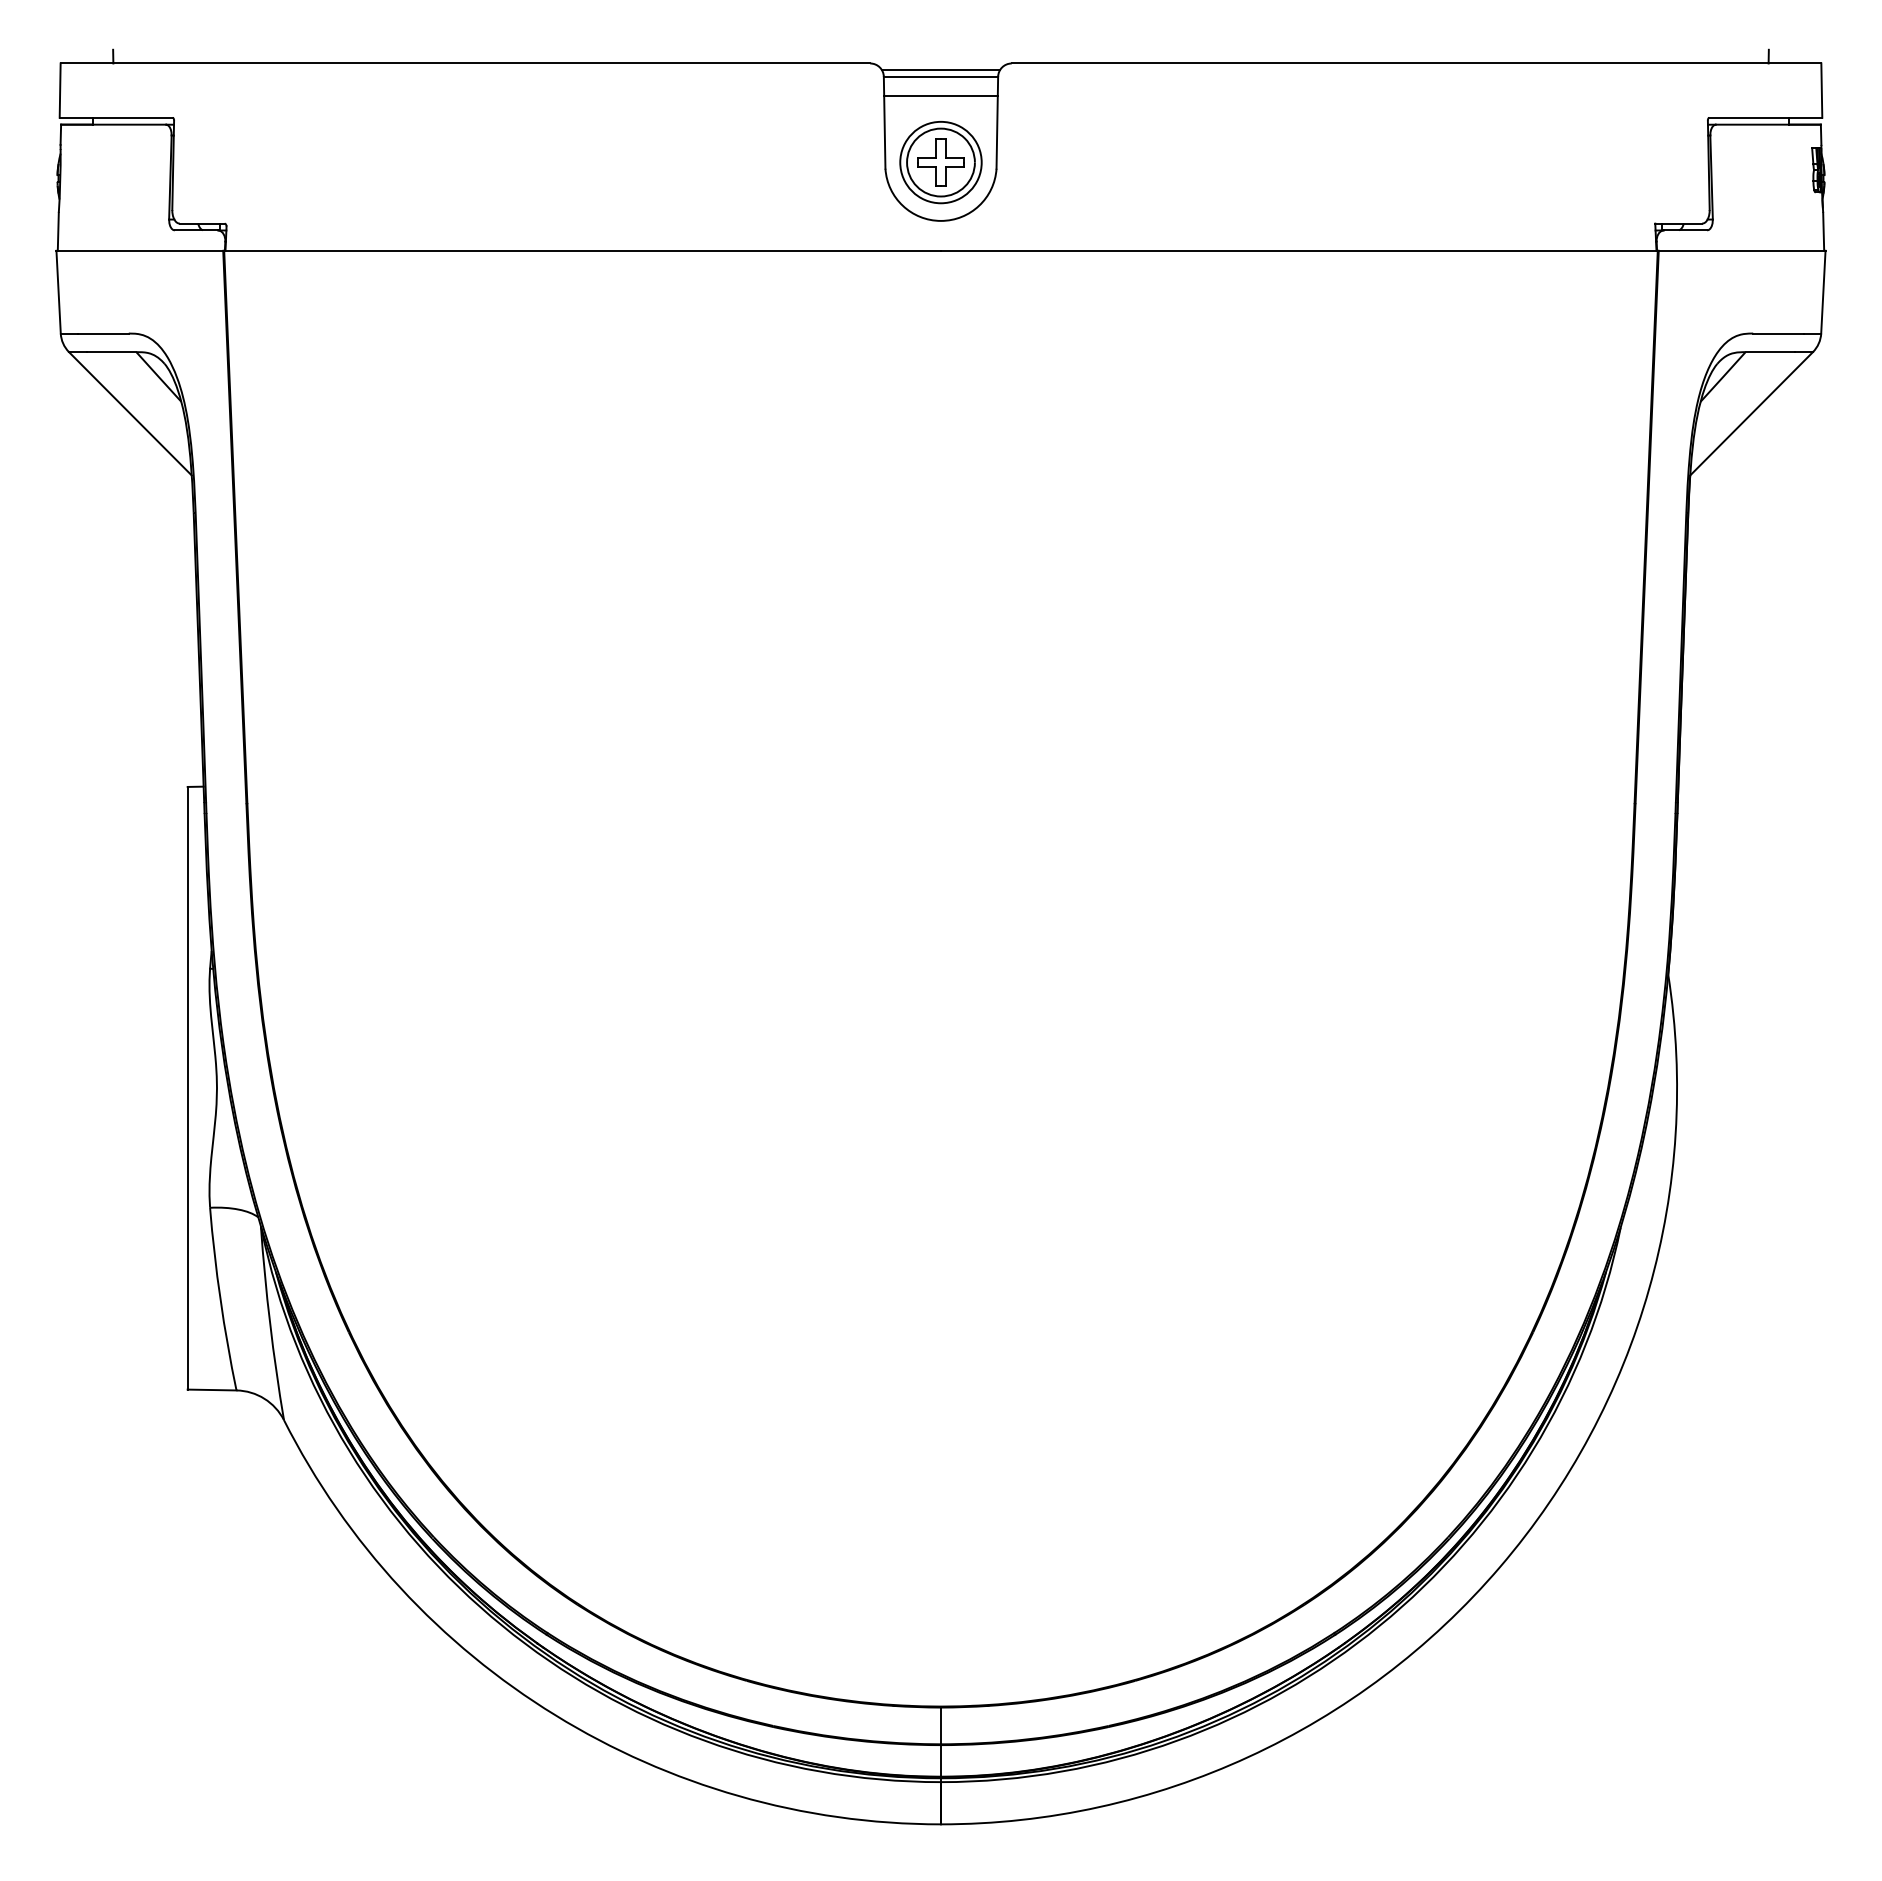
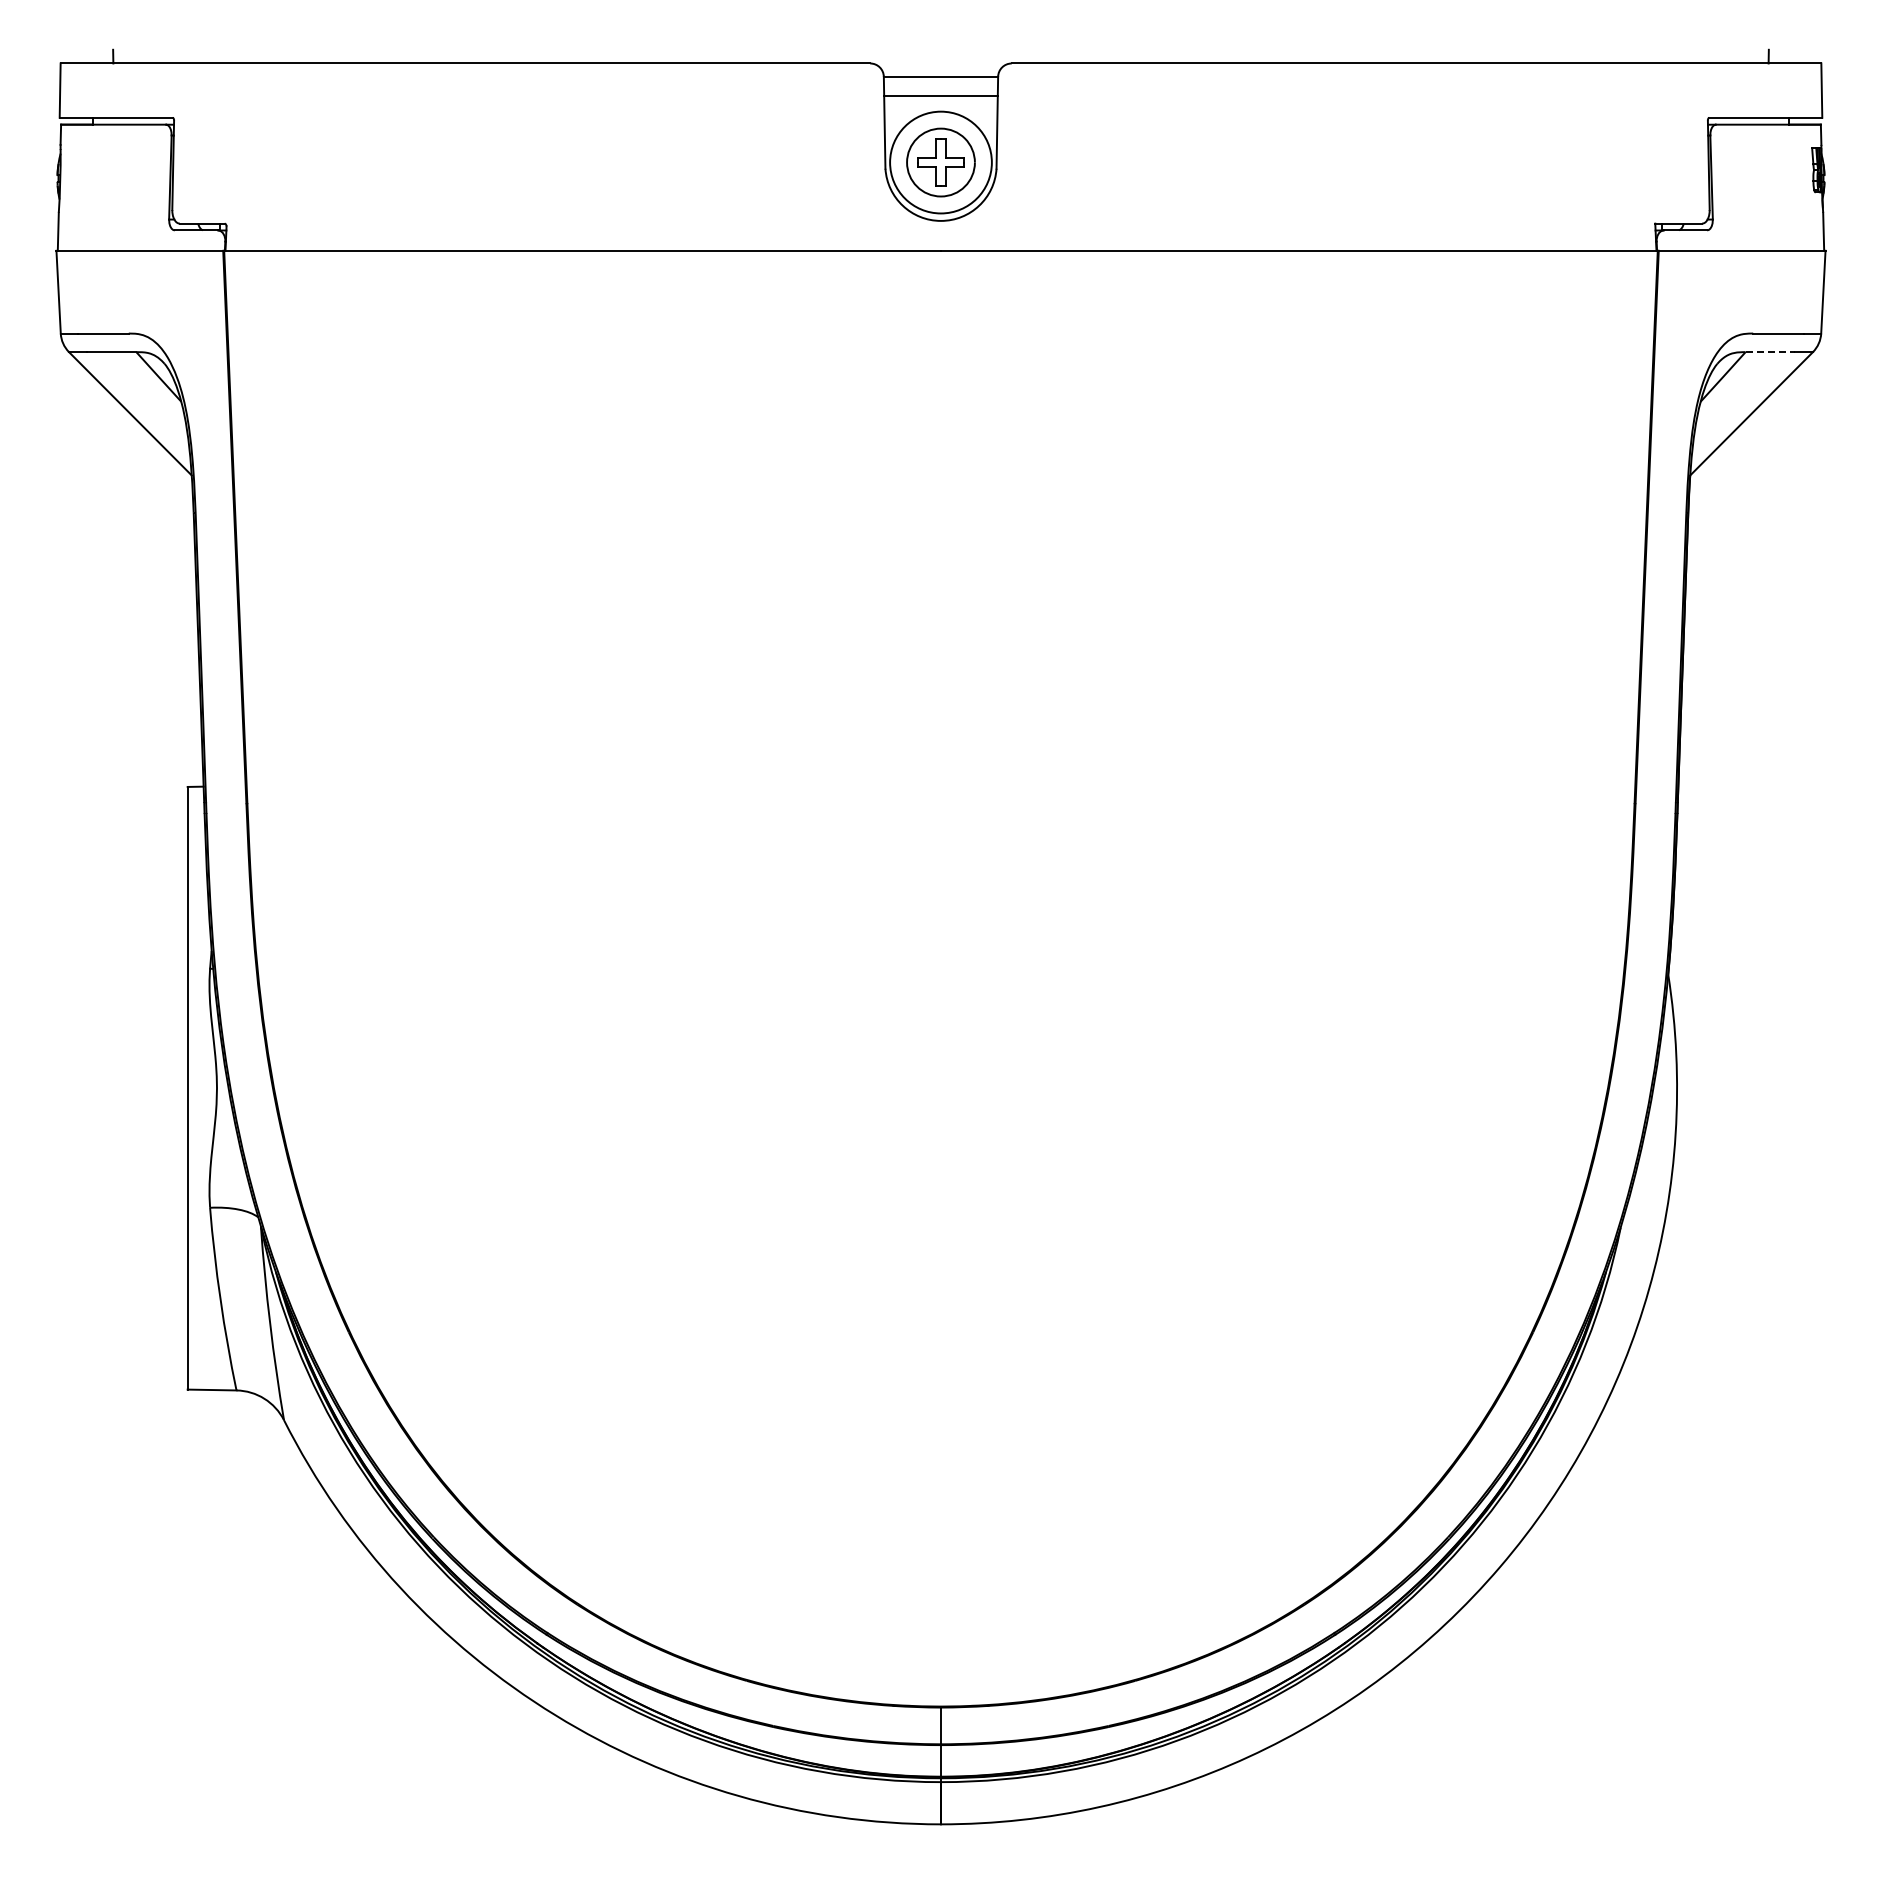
line at (940, 70): present -> none
circle at (940, 162) diameter: 81 px -> 102 px
line at (1770, 352): solid -> dashed
